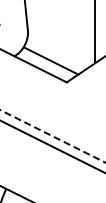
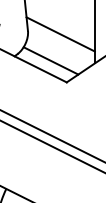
line at (60, 34): none -> present
line at (52, 136): dashed -> solid
